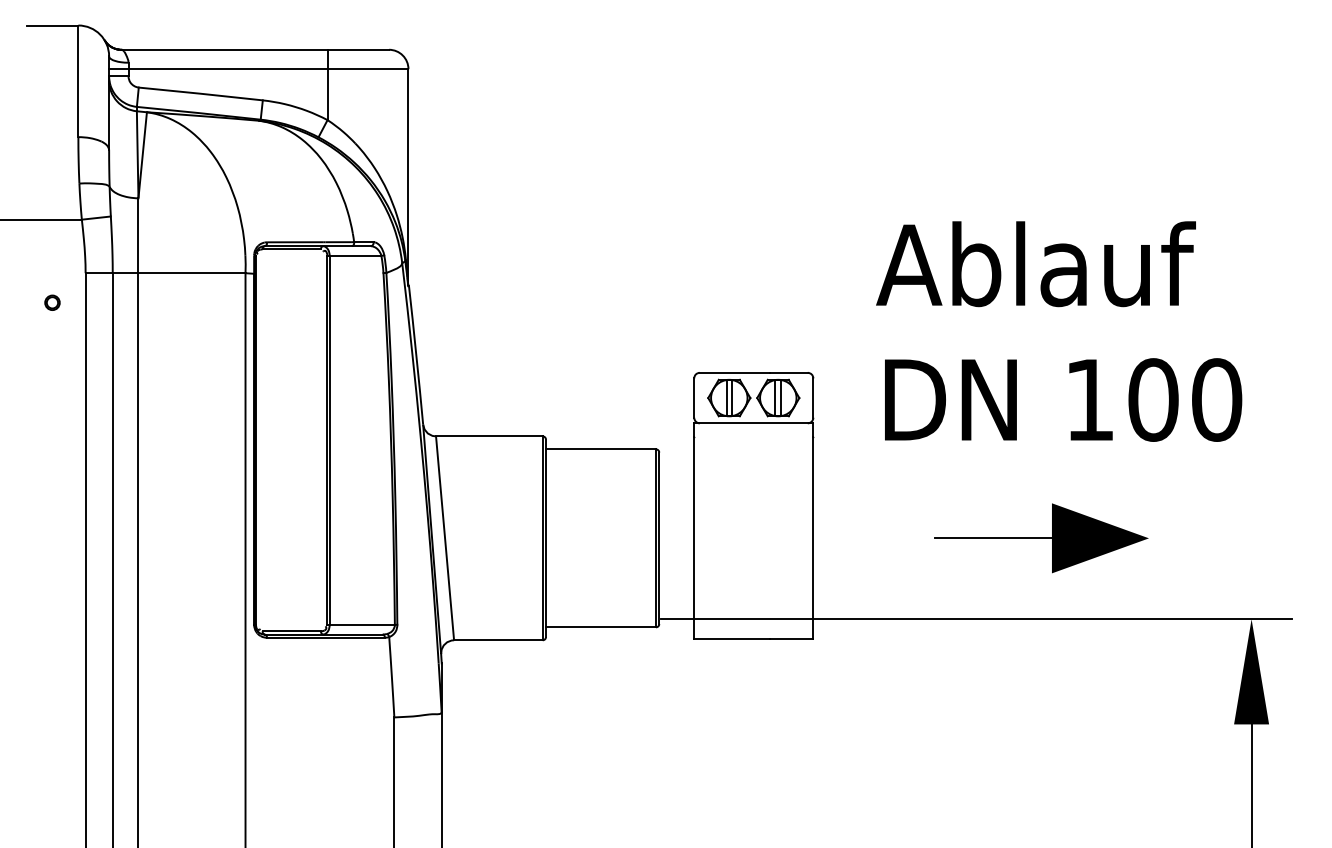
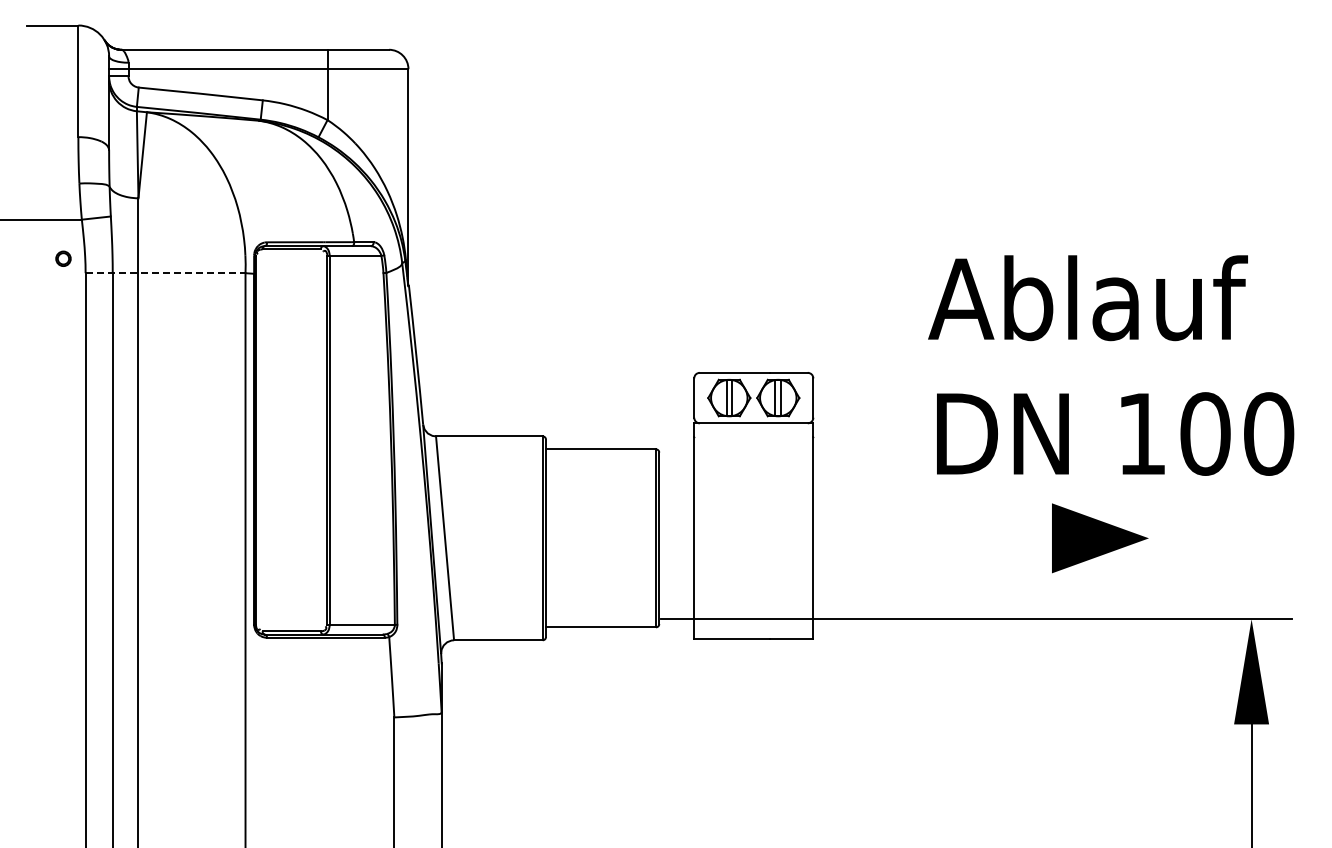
line at (165, 273): solid -> dashed
part at (52, 302) position: (52, 302) -> (63, 258)
text at (1059, 331) position: (1059, 331) -> (1111, 365)
line at (992, 538): present -> none
